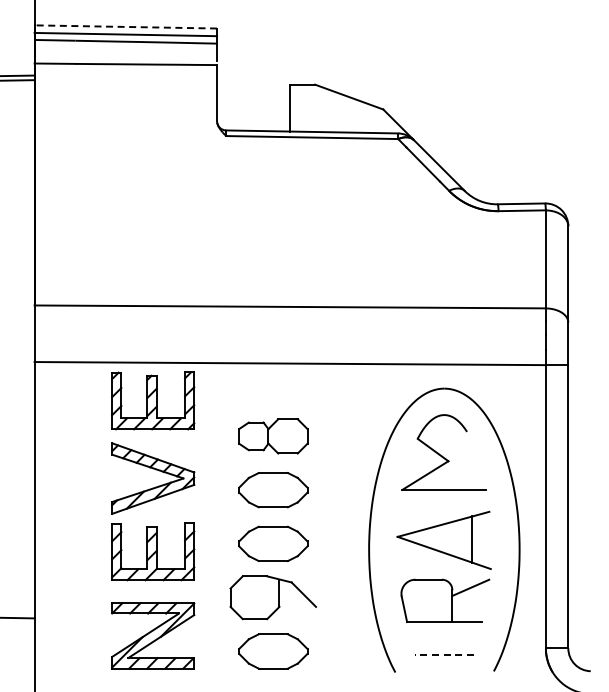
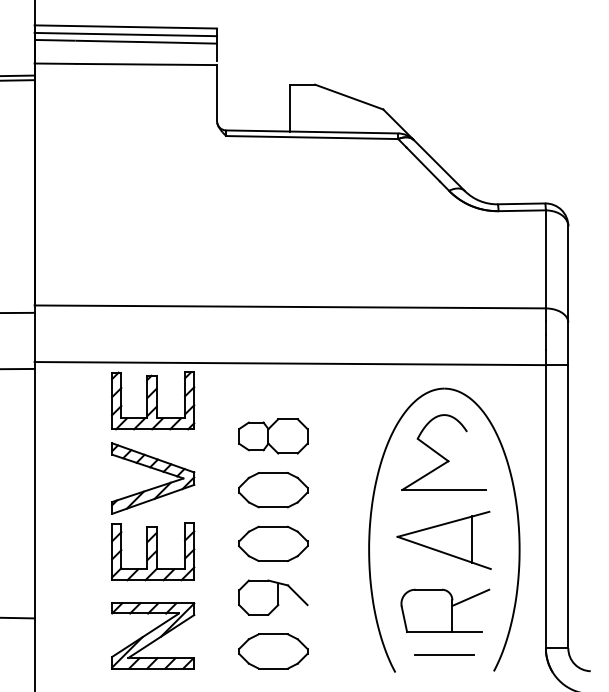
line at (125, 26): dashed -> solid
line at (18, 312): none -> present
line at (18, 368): none -> present
part at (272, 597) size: 88x46 px -> 71x37 px
part at (445, 600) position: (445, 600) -> (445, 610)
line at (443, 655): dashed -> solid
